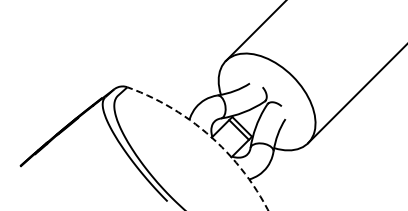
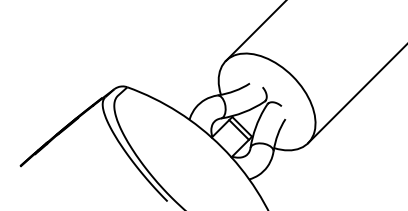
arc at (208, 134): dashed -> solid
